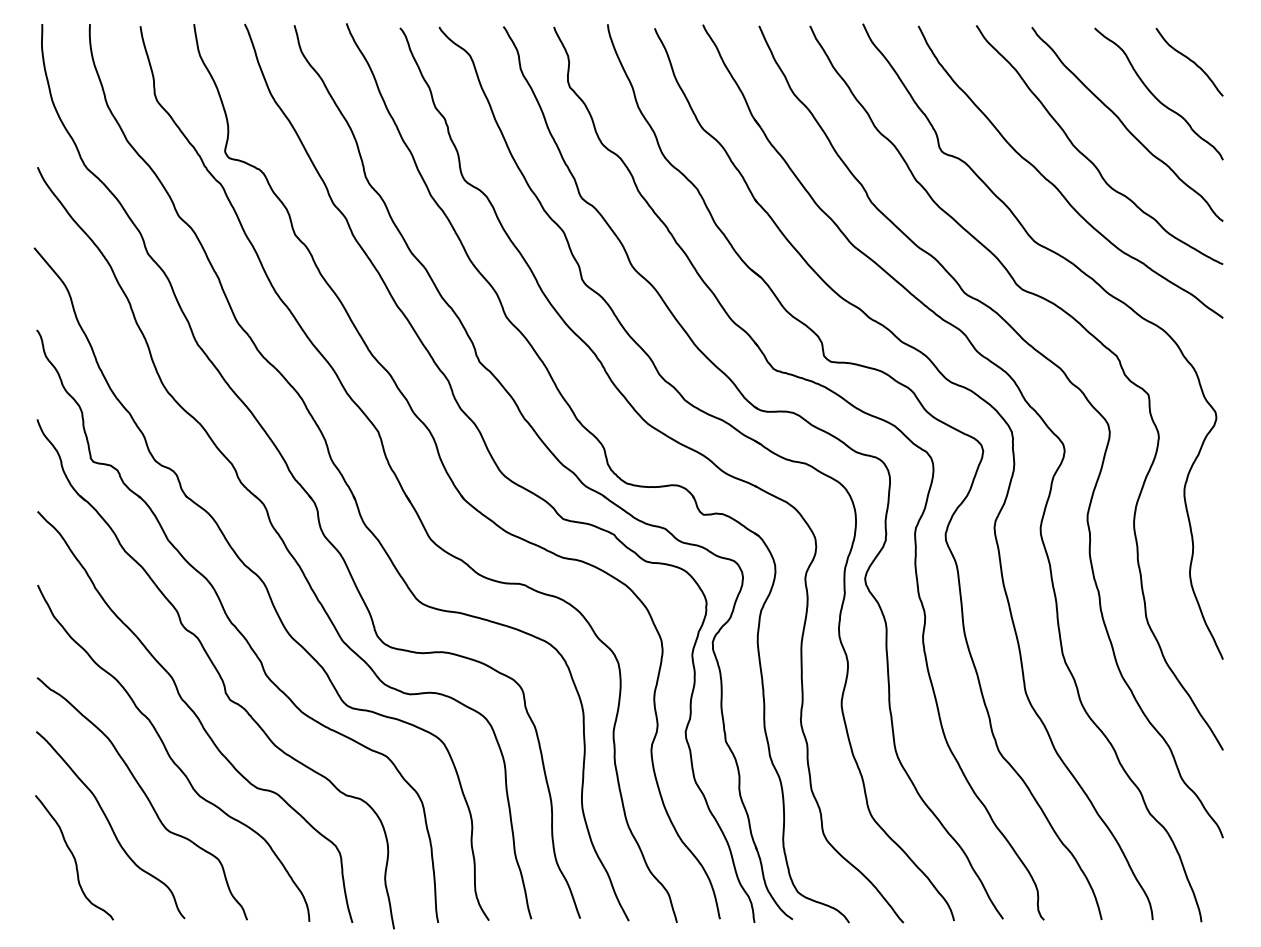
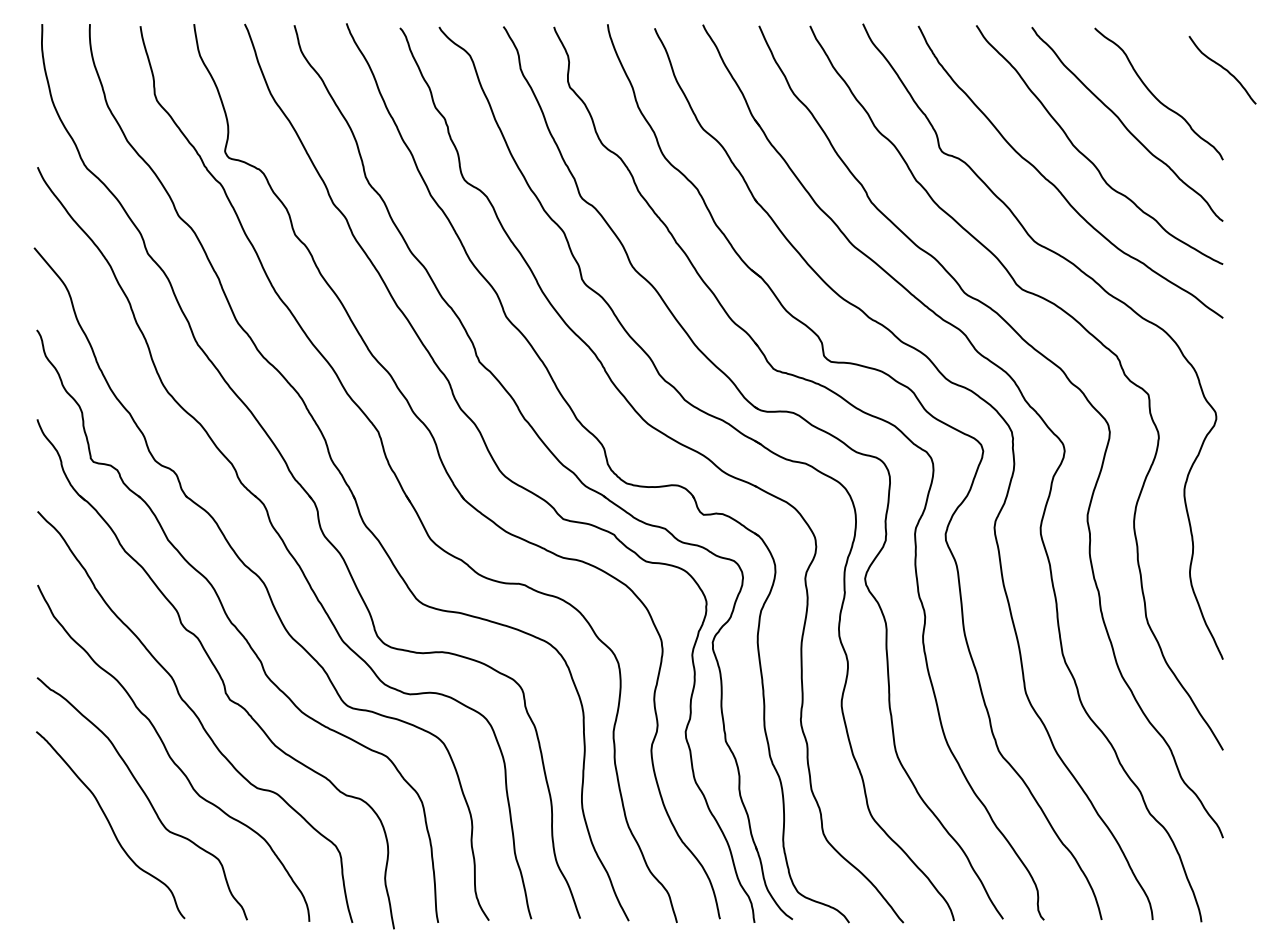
curve at (1190, 61) position: (1190, 61) -> (1223, 69)
curve at (74, 857): present -> none
